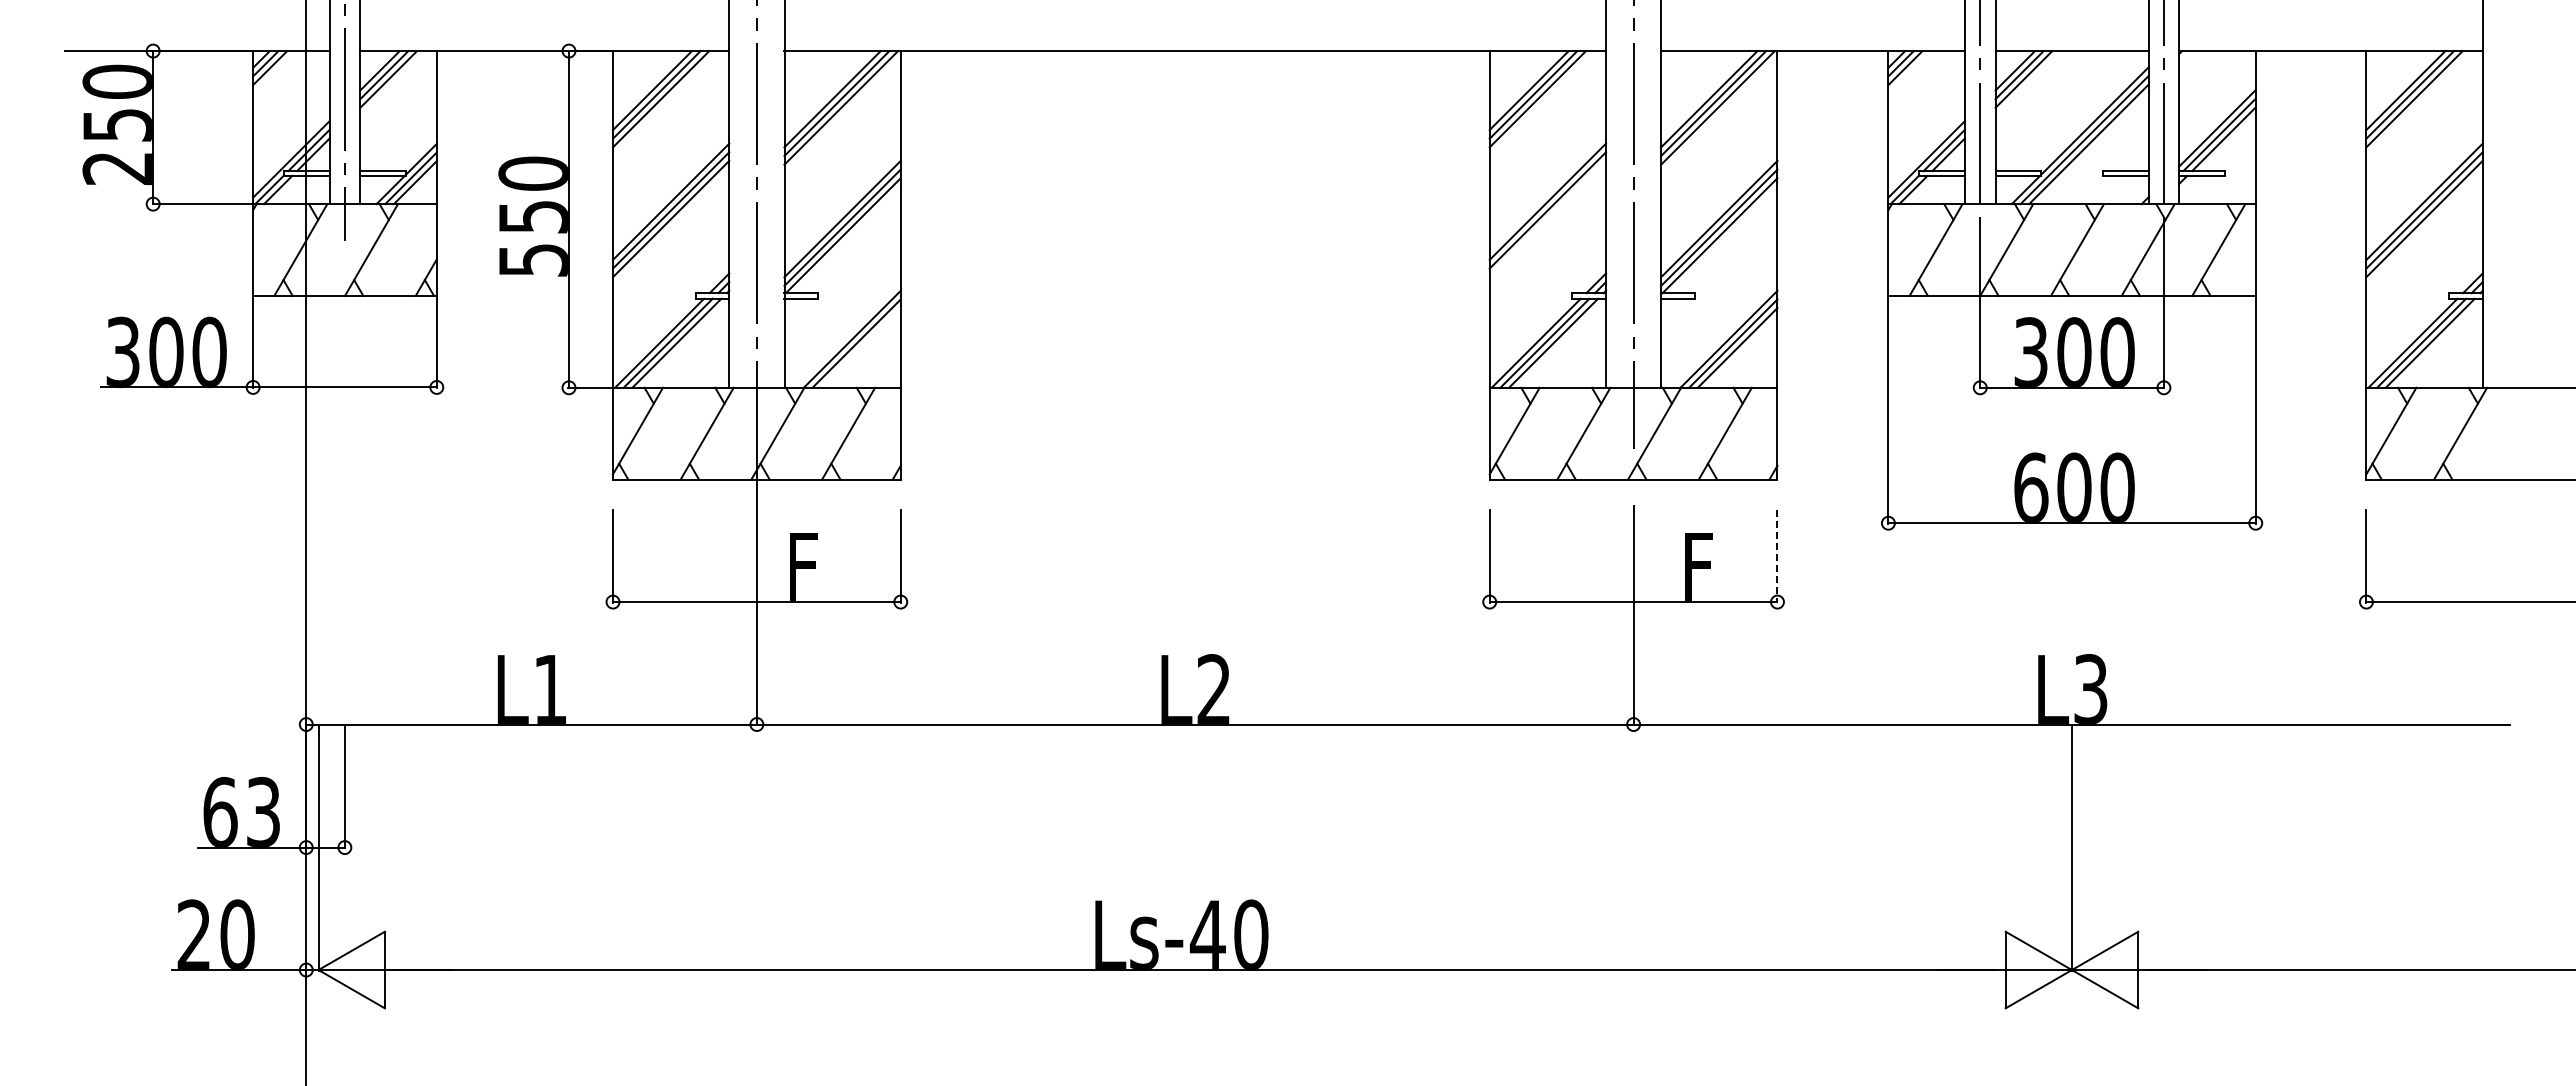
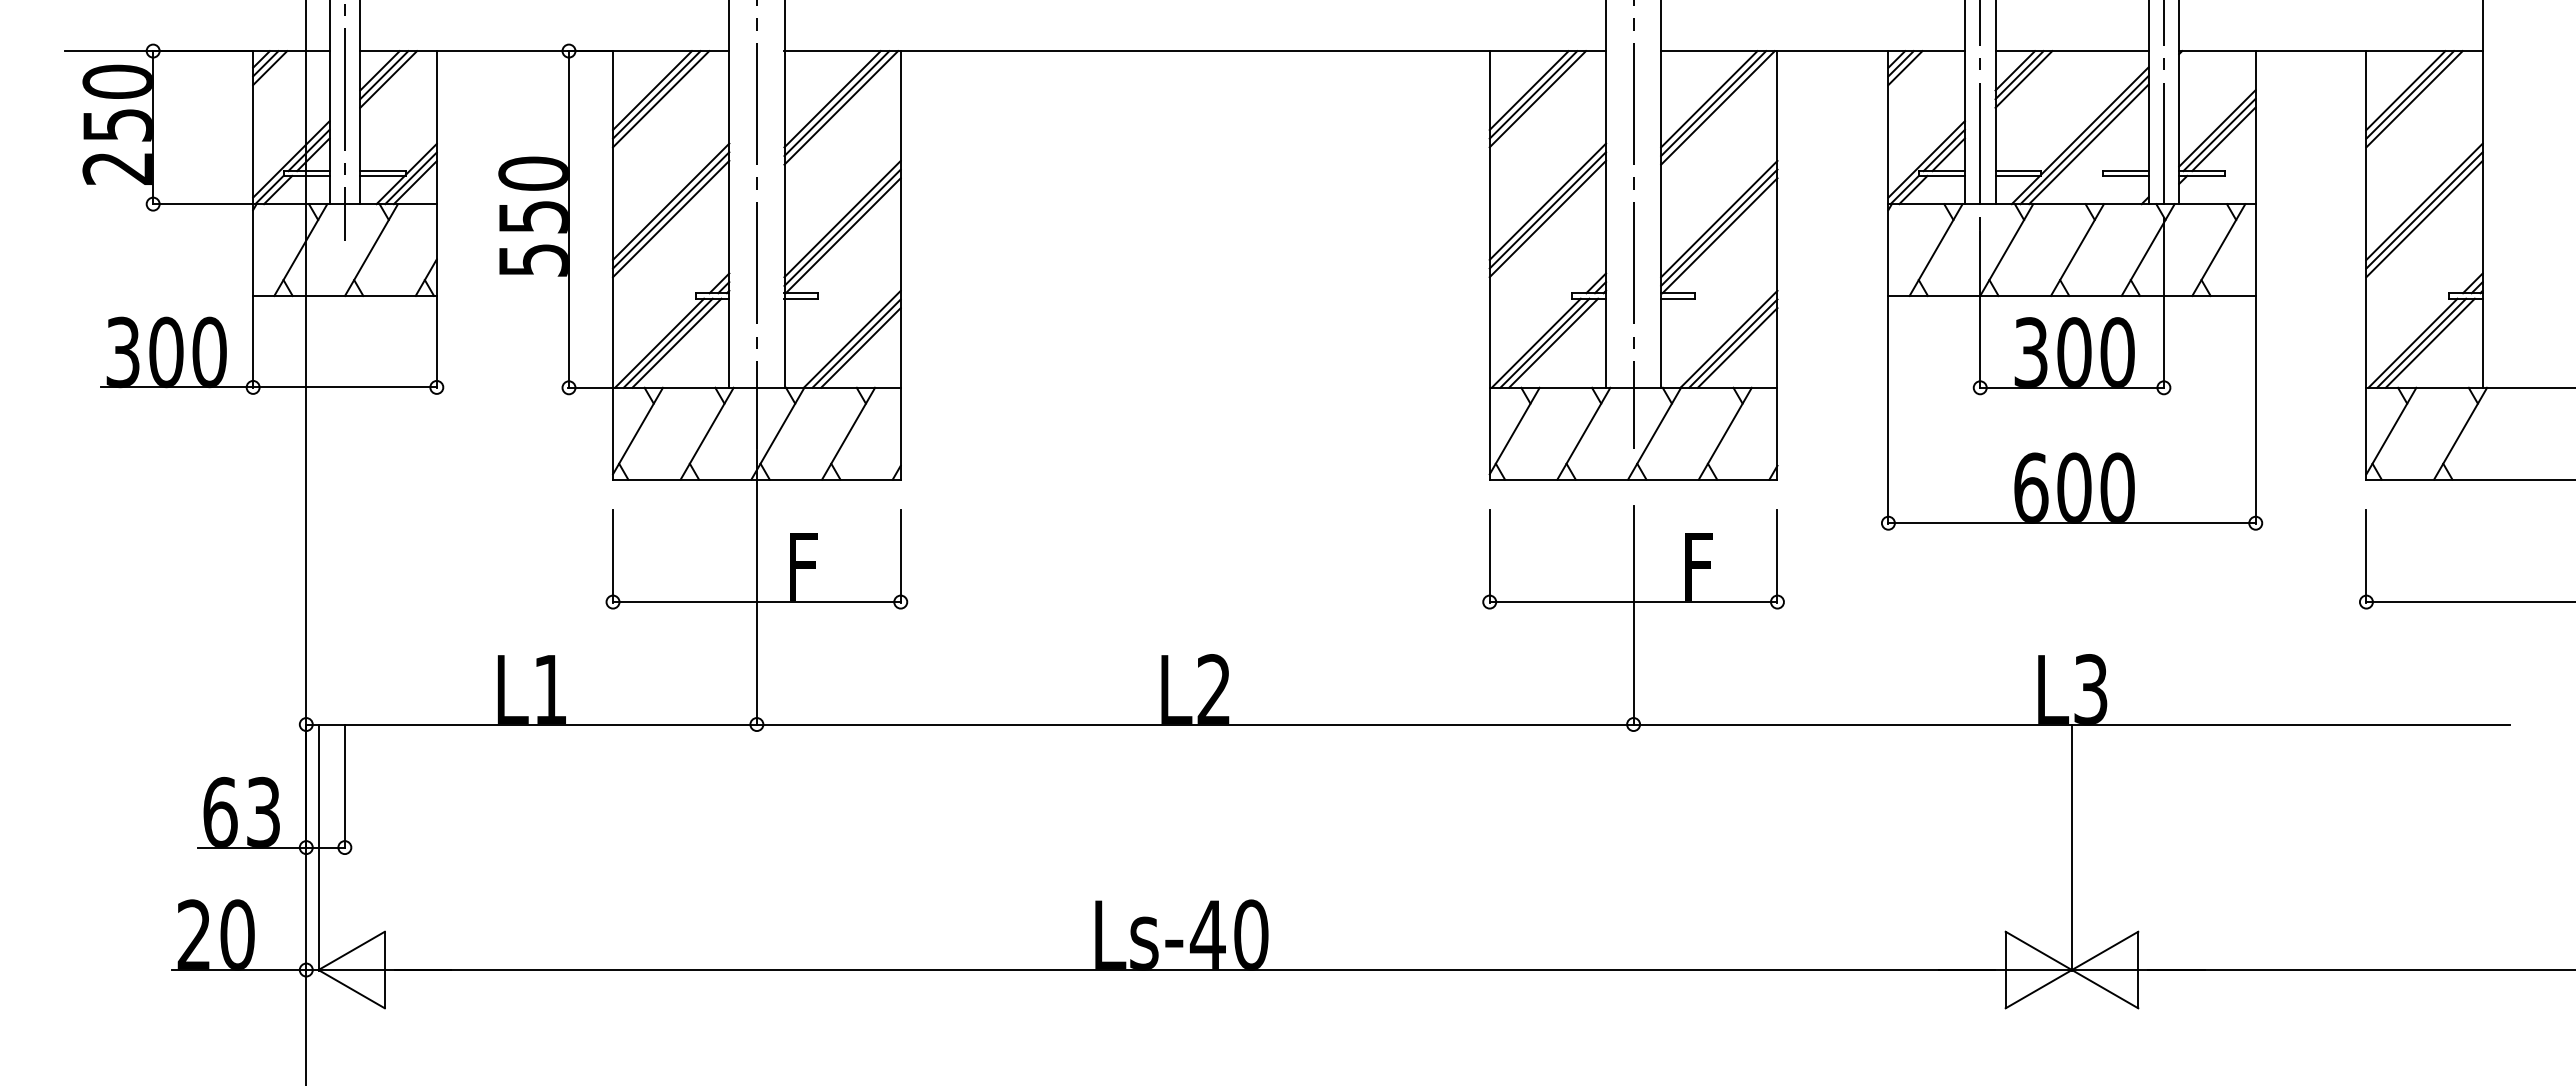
line at (1547, 218): none -> present
line at (860, 347): none -> present
line at (1777, 556): dashed -> solid
